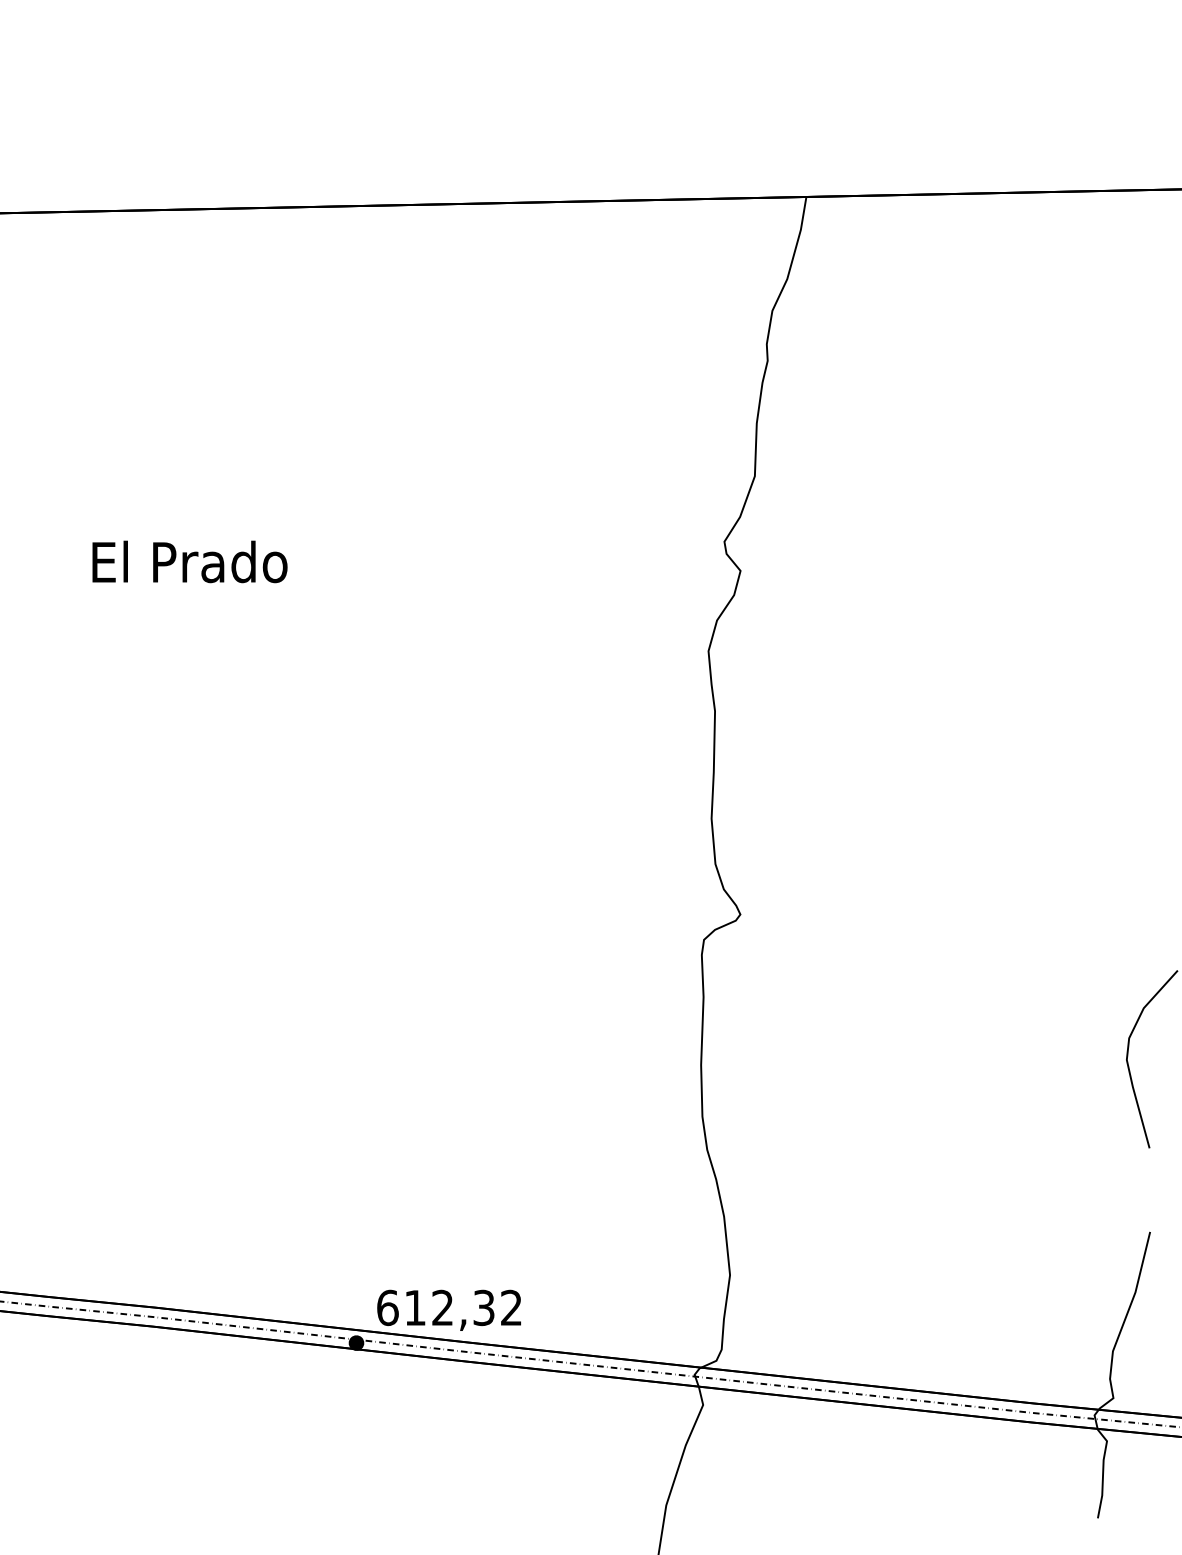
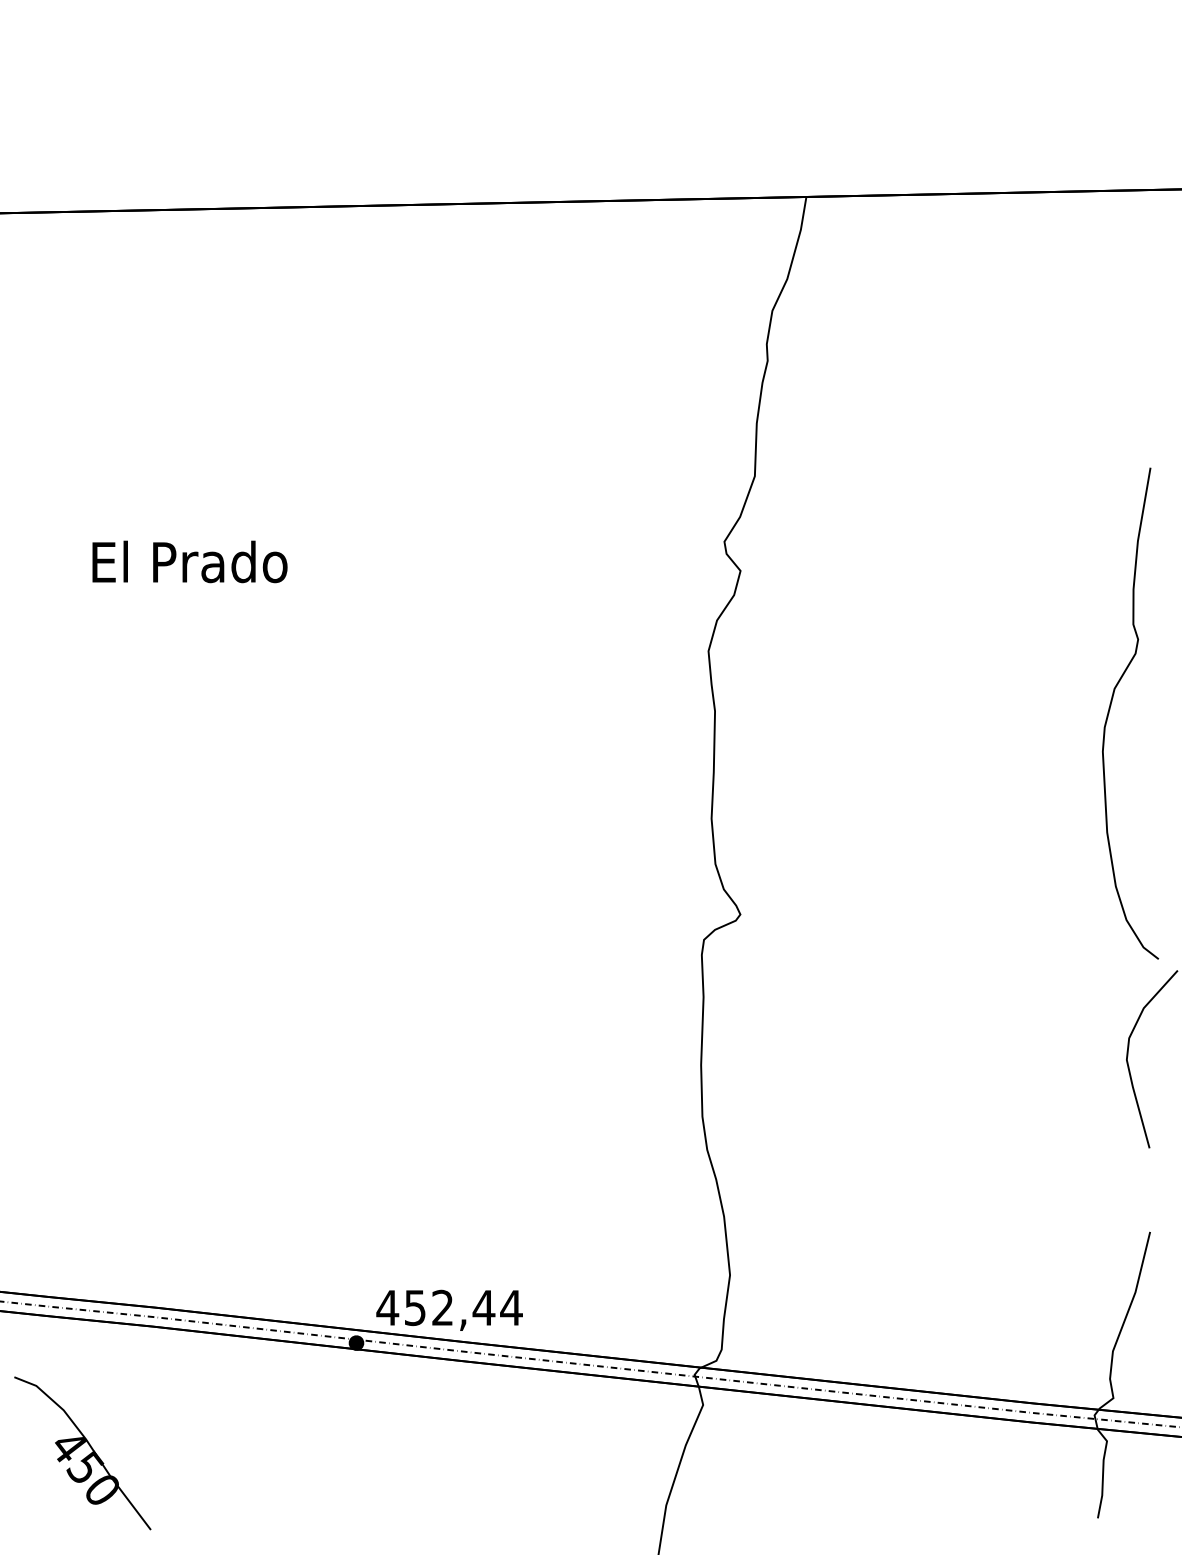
curve at (1110, 709): none -> present
text at (449, 1307): 612,32 -> 452,44
part at (82, 1453): none -> present
